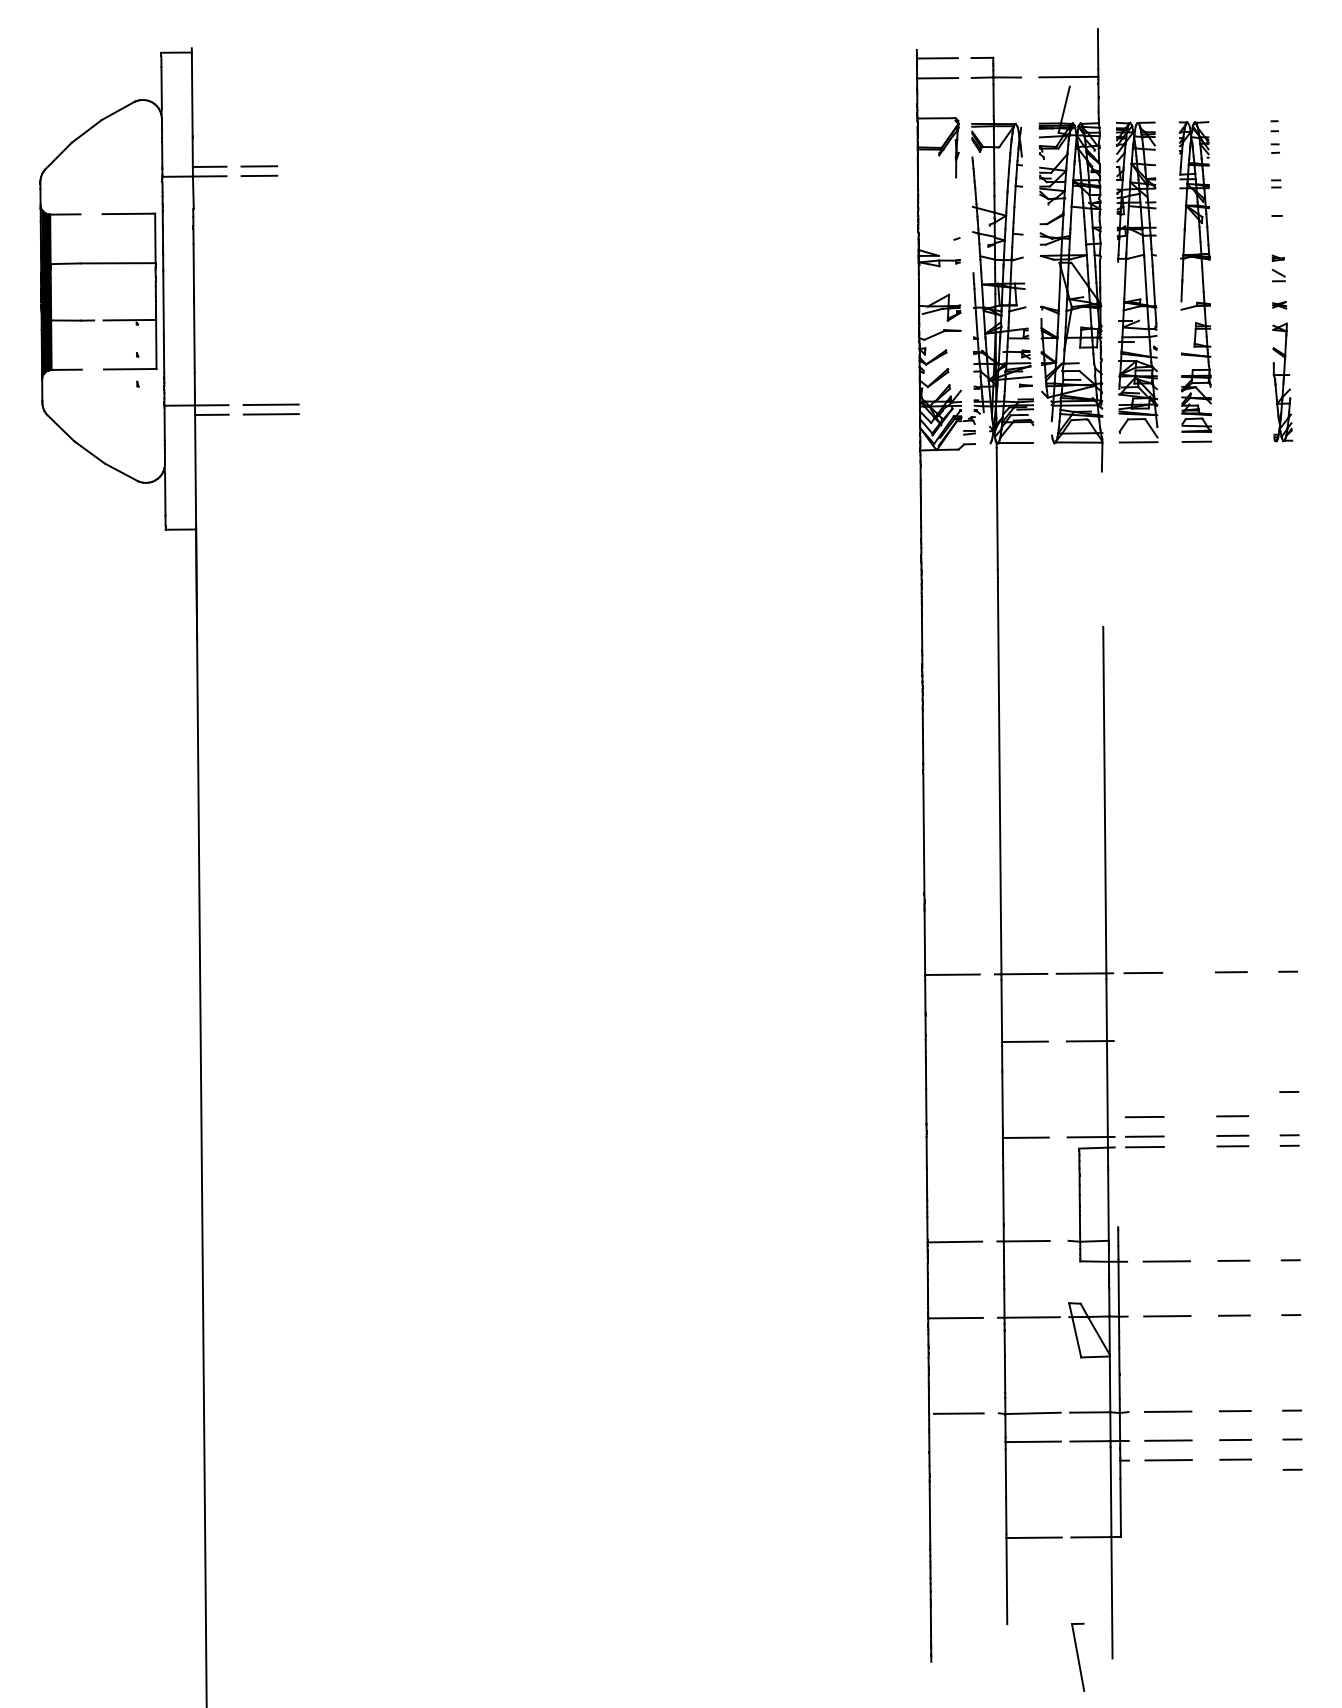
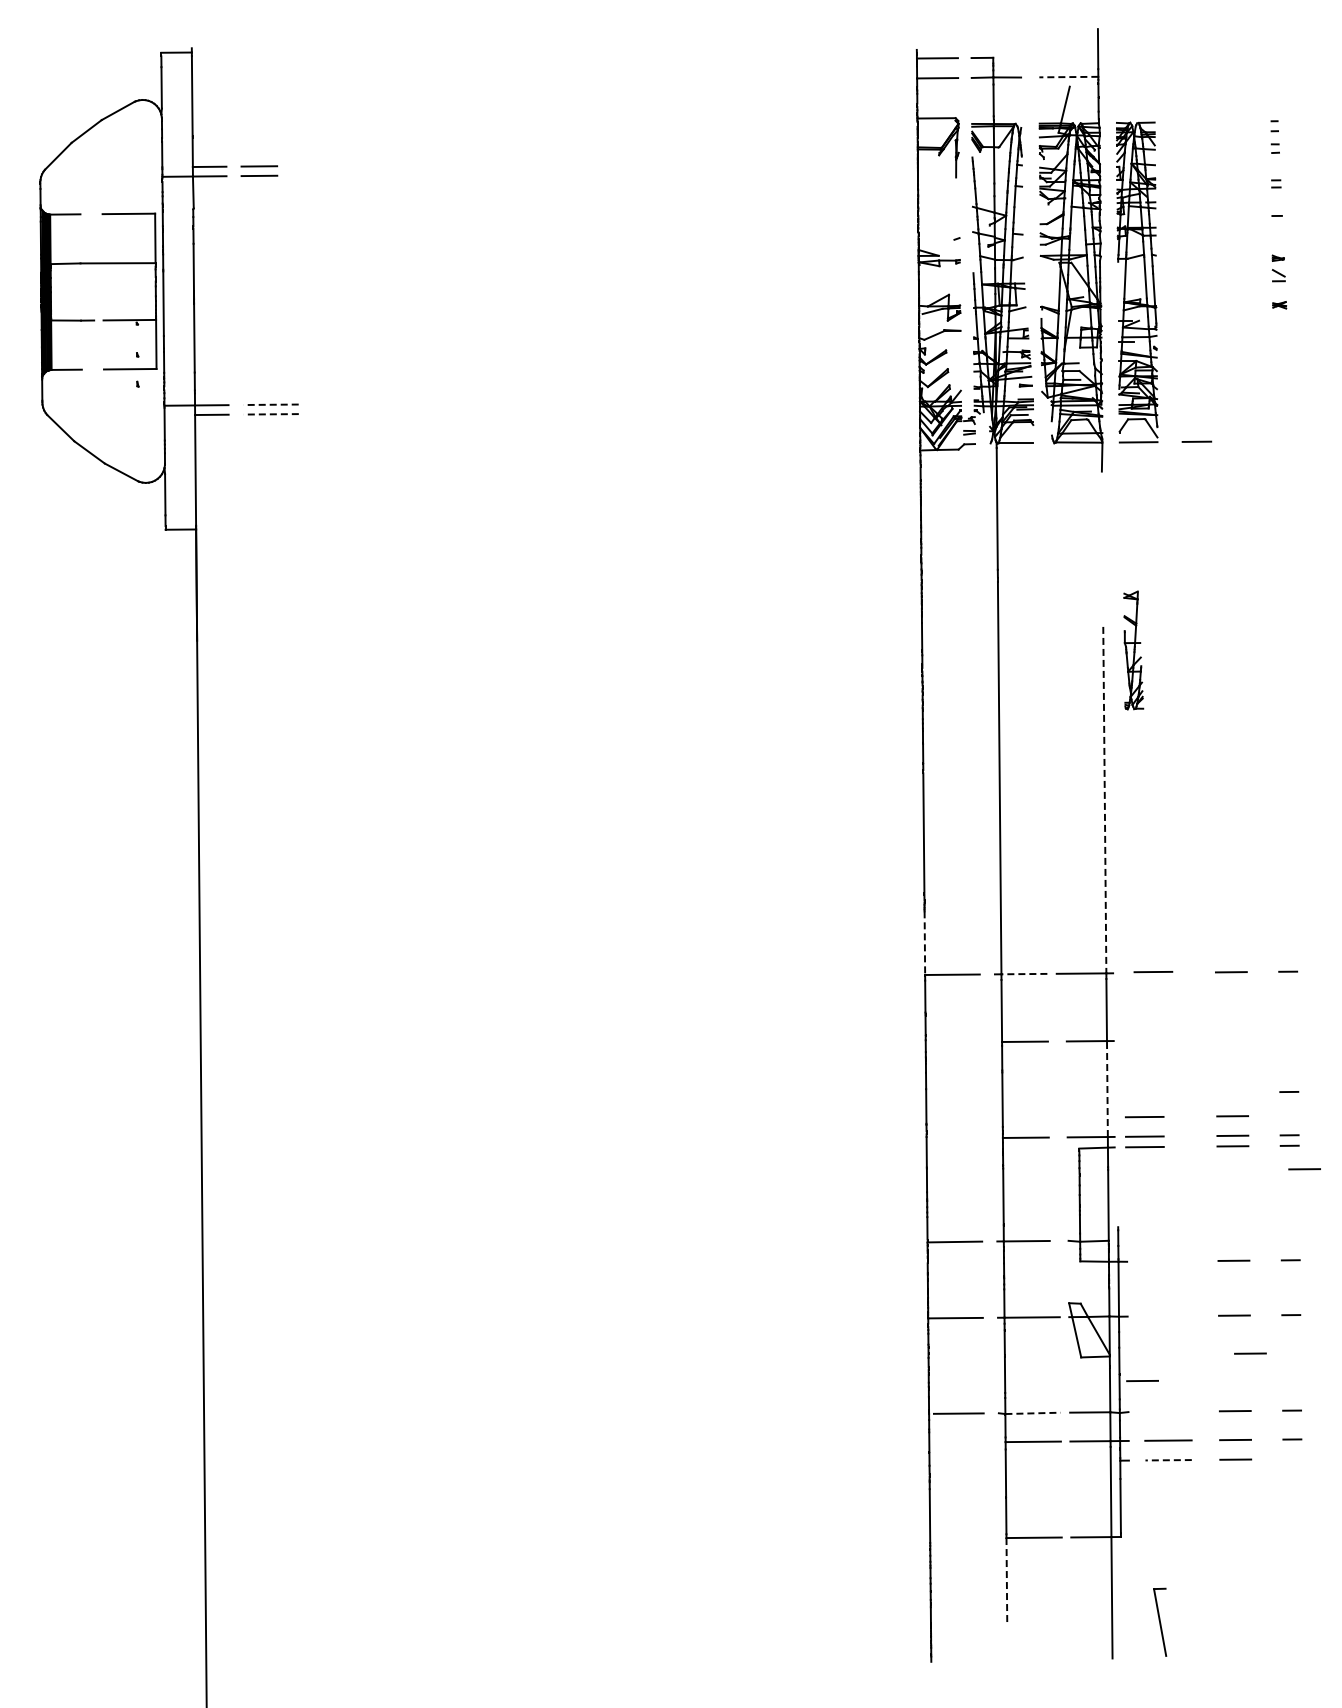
line at (1068, 77): solid -> dashed
part at (1201, 276): present -> none
part at (1282, 382) position: (1282, 382) -> (1133, 650)
line at (271, 404): solid -> dashed
line at (271, 414): solid -> dashed
line at (1104, 800): solid -> dashed
line at (924, 943): solid -> dashed
line at (1143, 973) position: (1143, 973) -> (1153, 972)
line at (1024, 974): solid -> dashed
line at (1107, 1089): solid -> dashed
line at (1304, 1169): none -> present
line at (1166, 1261): present -> none
line at (1167, 1316): present -> none
line at (1250, 1353): none -> present
line at (1142, 1381): none -> present
line at (1168, 1411): present -> none
line at (1033, 1413): solid -> dashed
line at (1168, 1460): solid -> dashed
line at (1292, 1469): present -> none
line at (1006, 1581): solid -> dashed
part at (1078, 1656) position: (1078, 1656) -> (1160, 1621)
